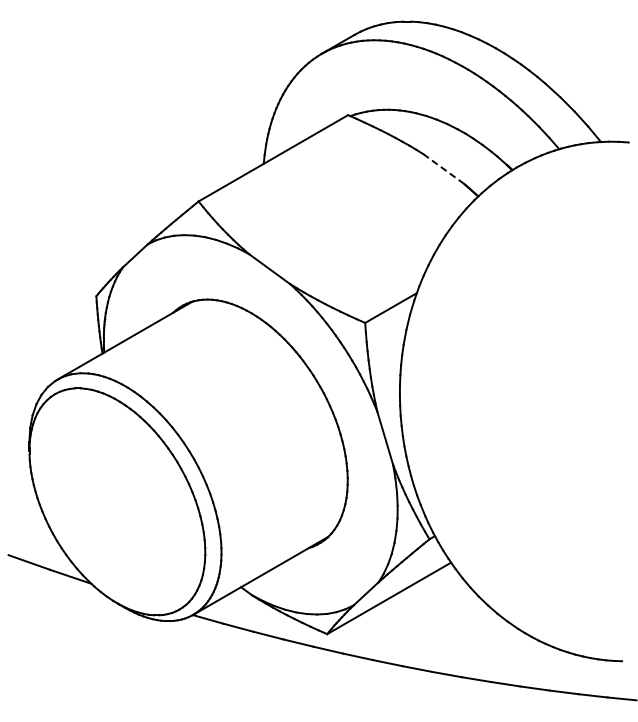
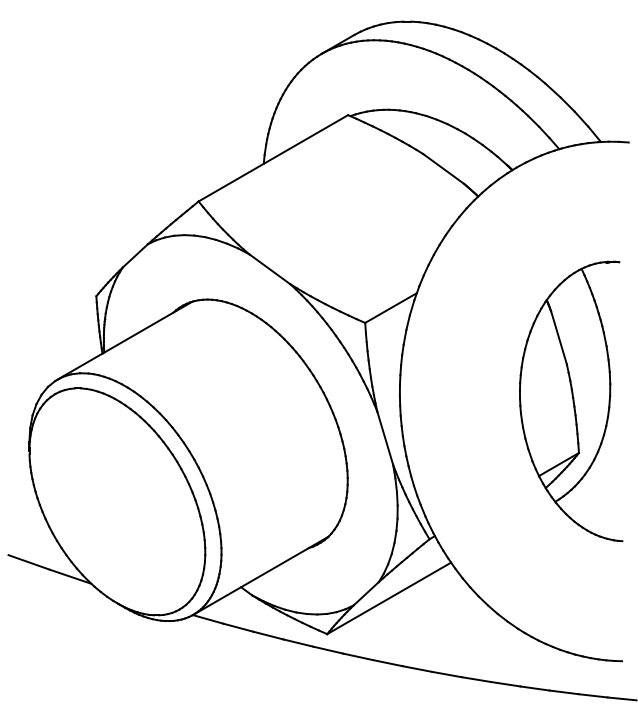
line at (443, 169): dashed -> solid
part at (571, 401): none -> present
